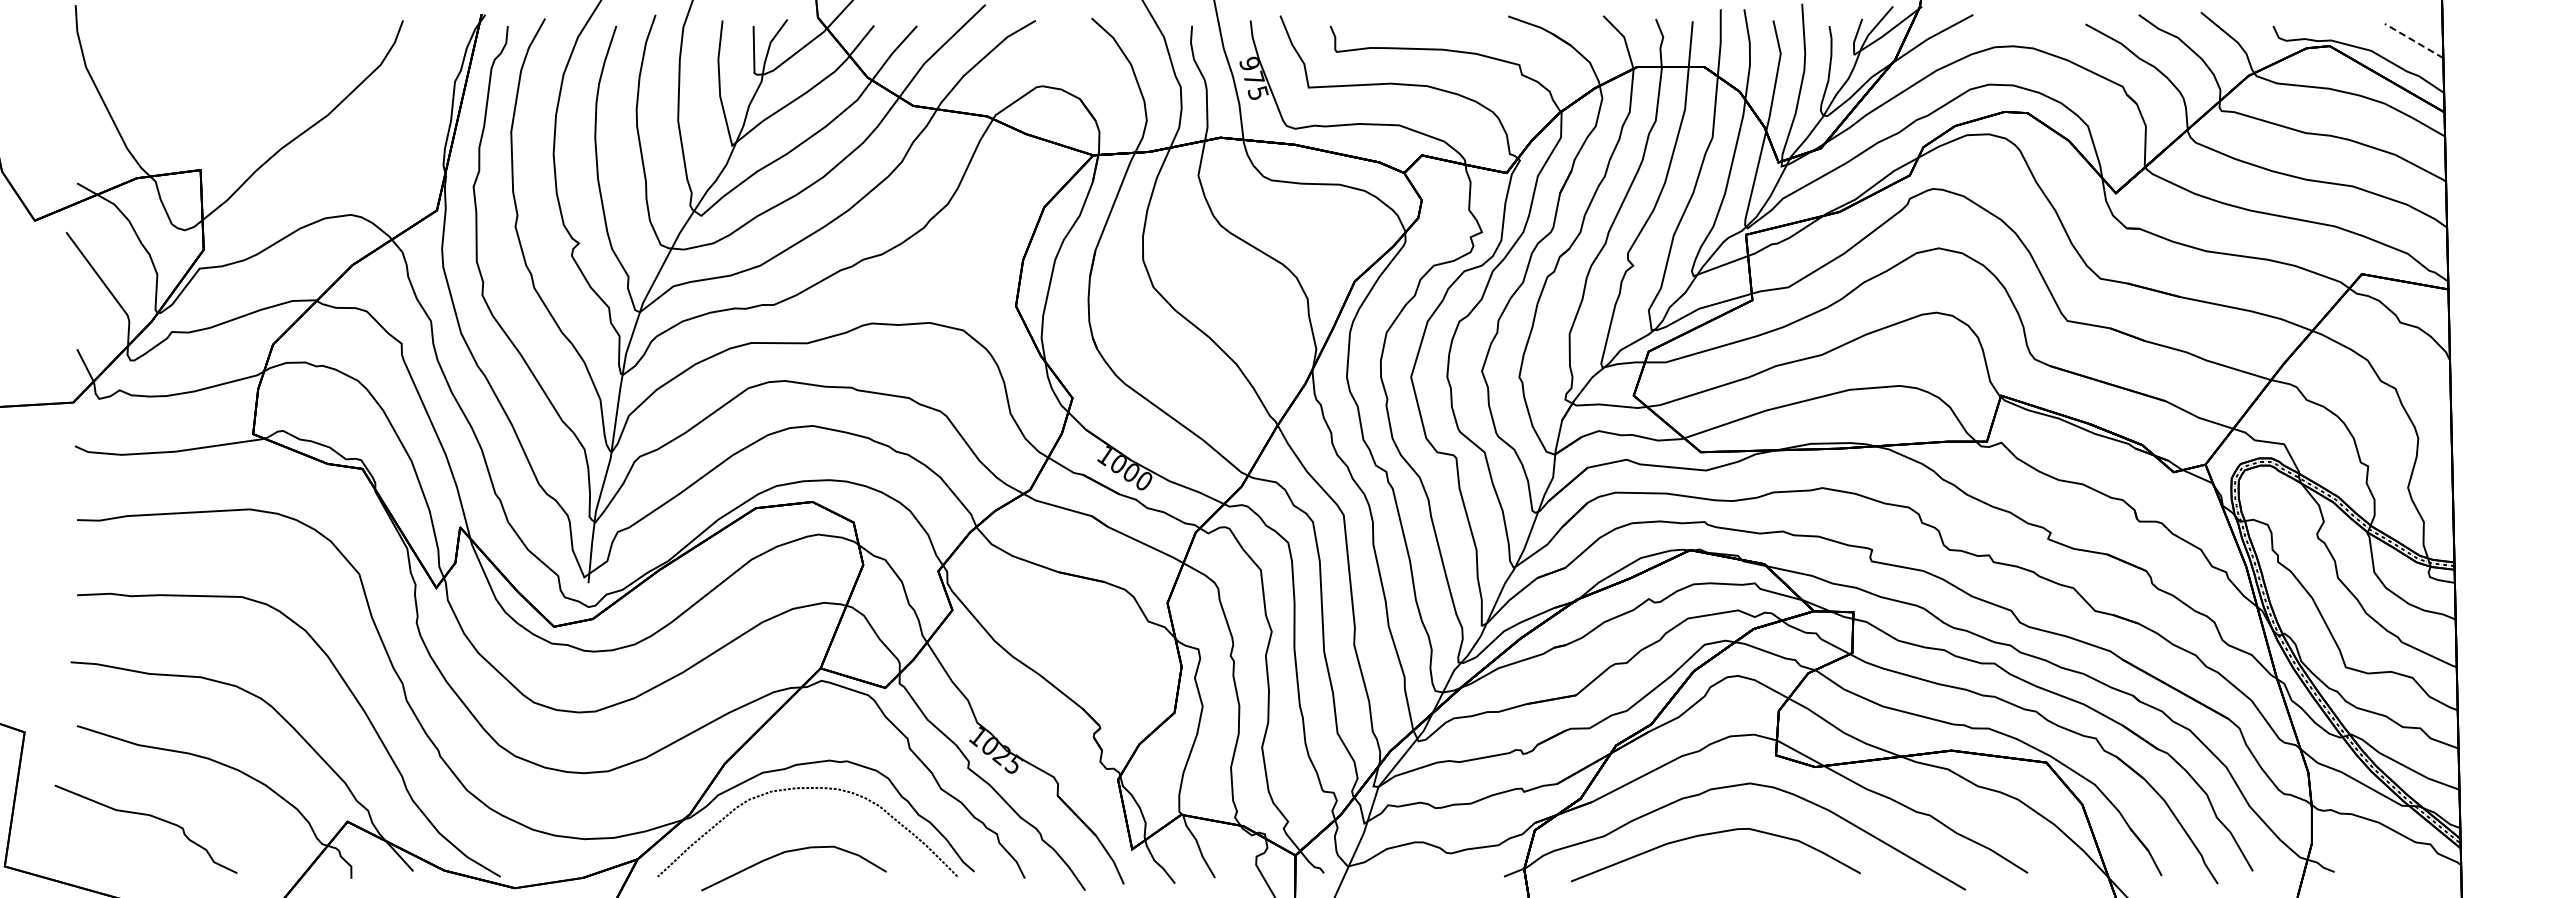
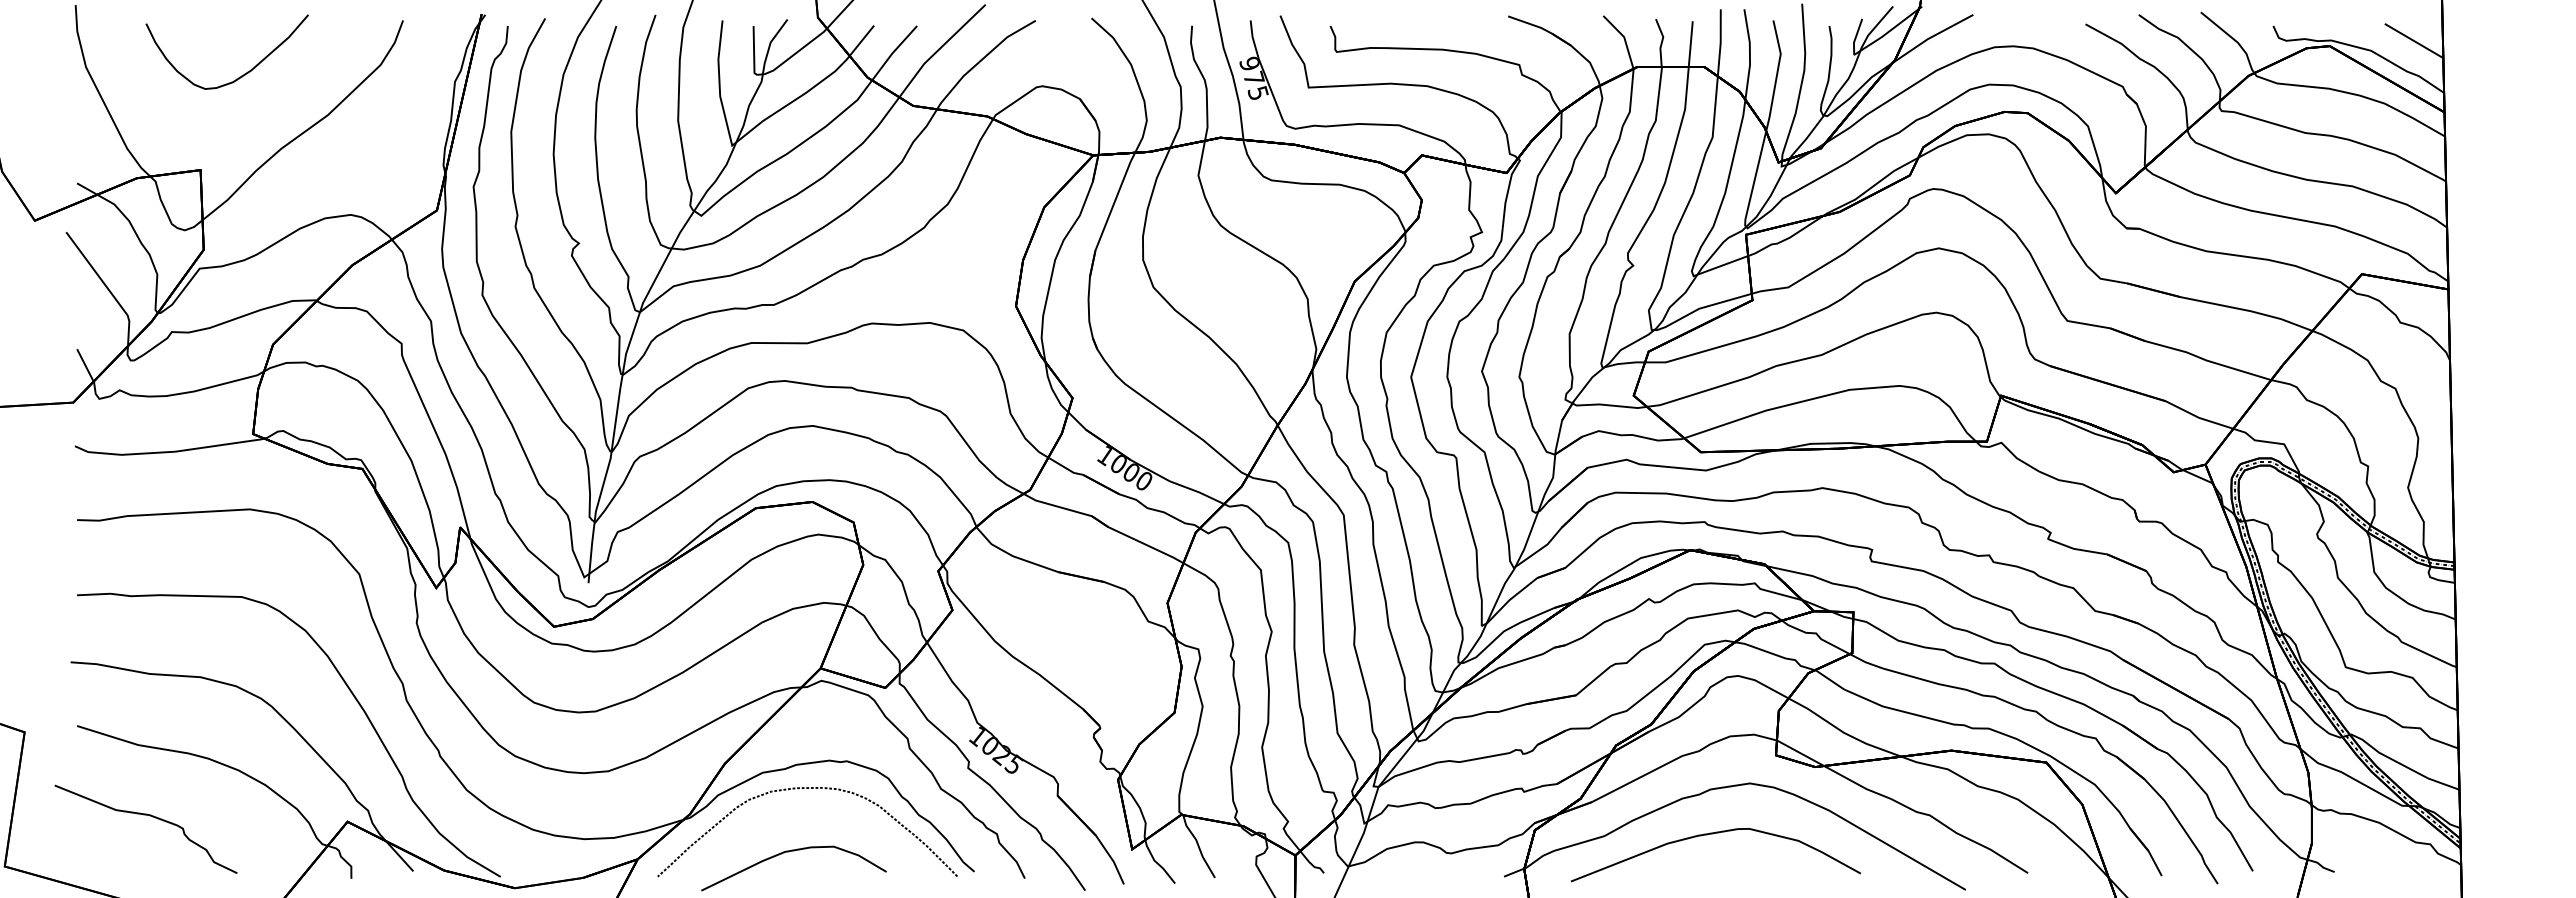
line at (2414, 41): dashed -> solid
curve at (241, 75): none -> present
